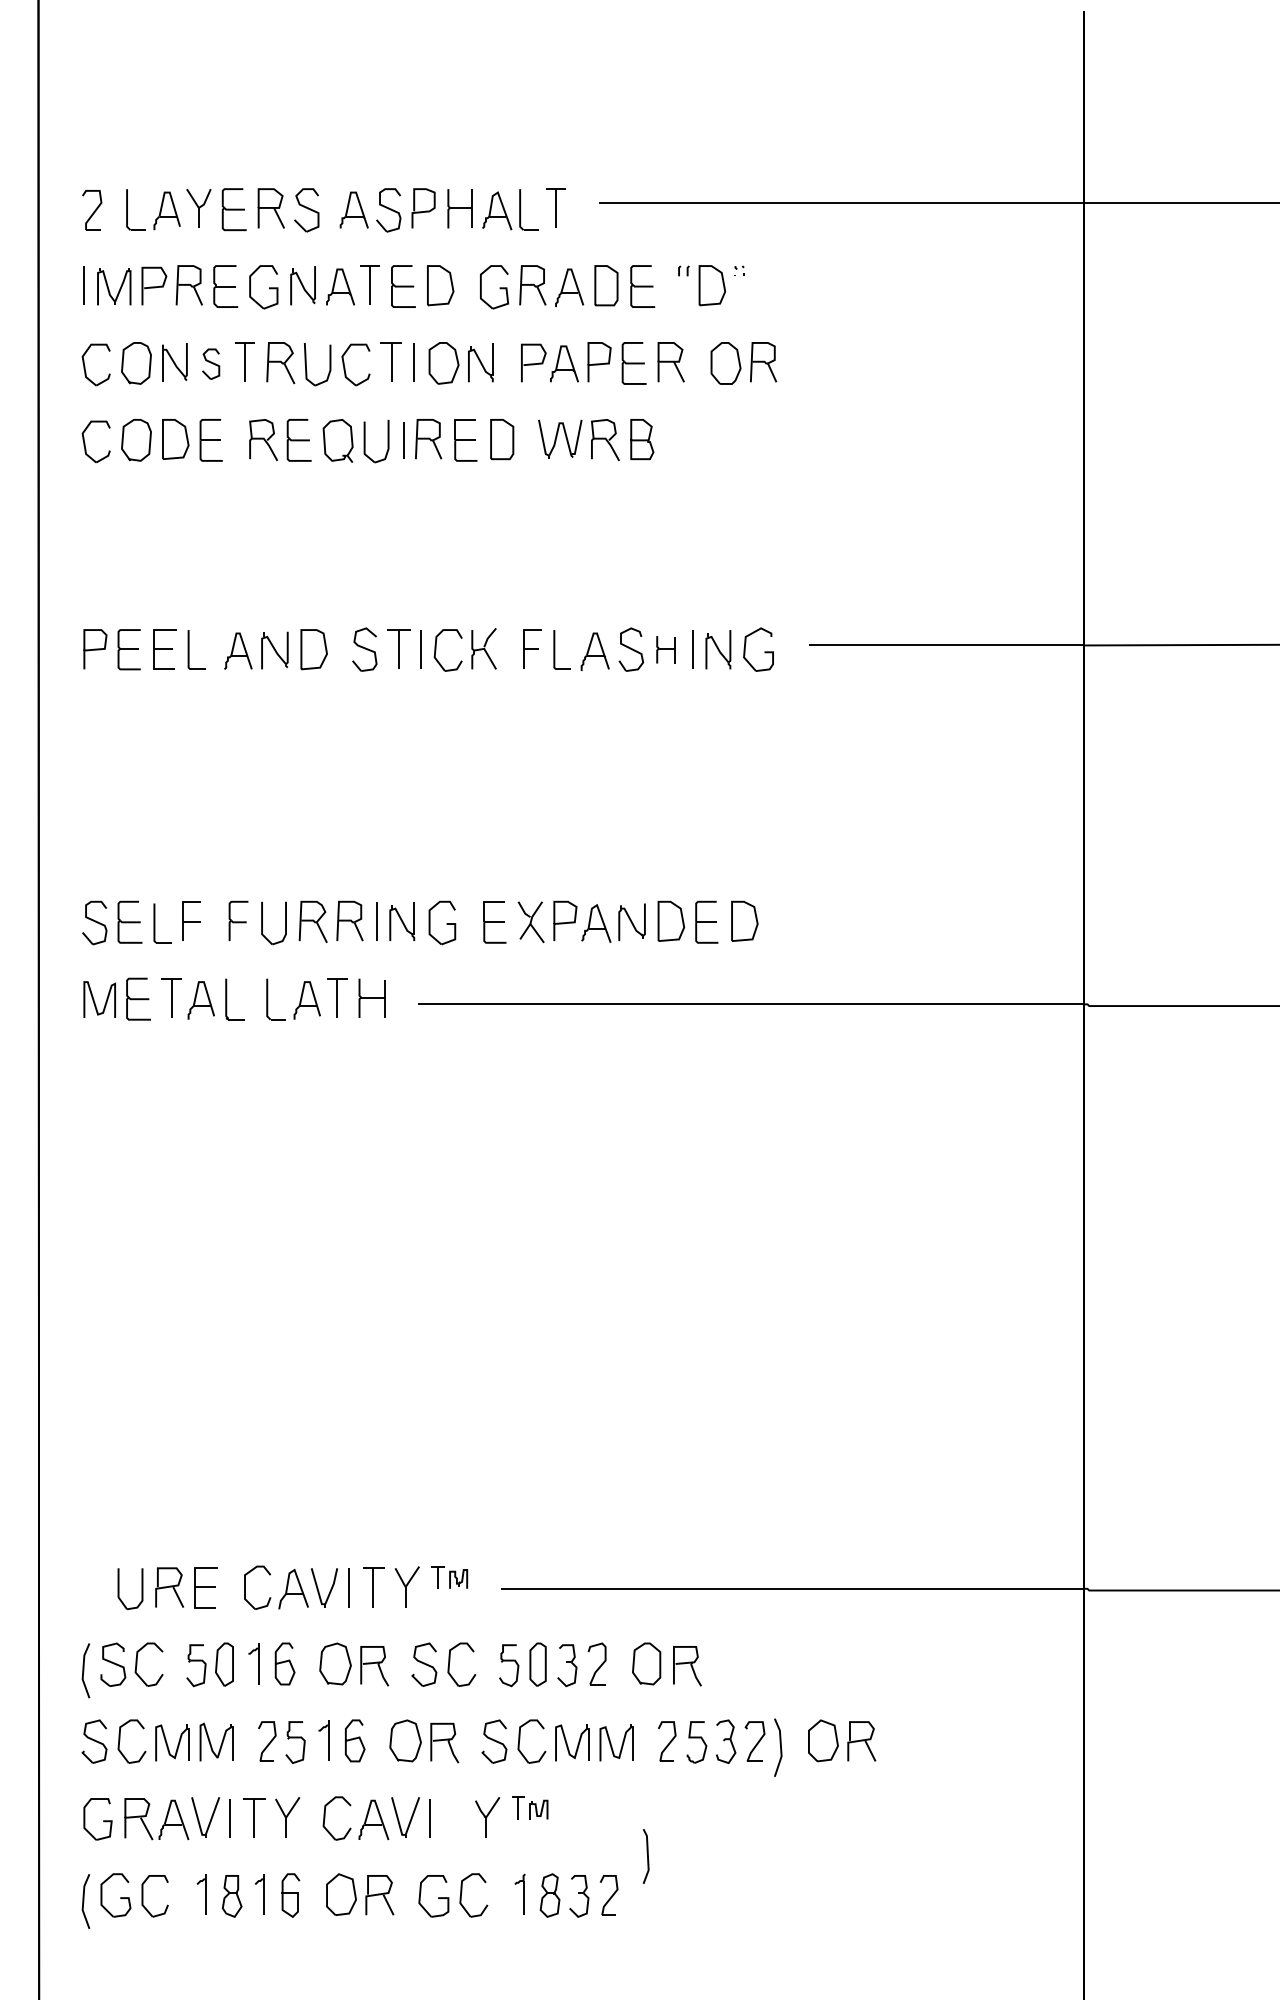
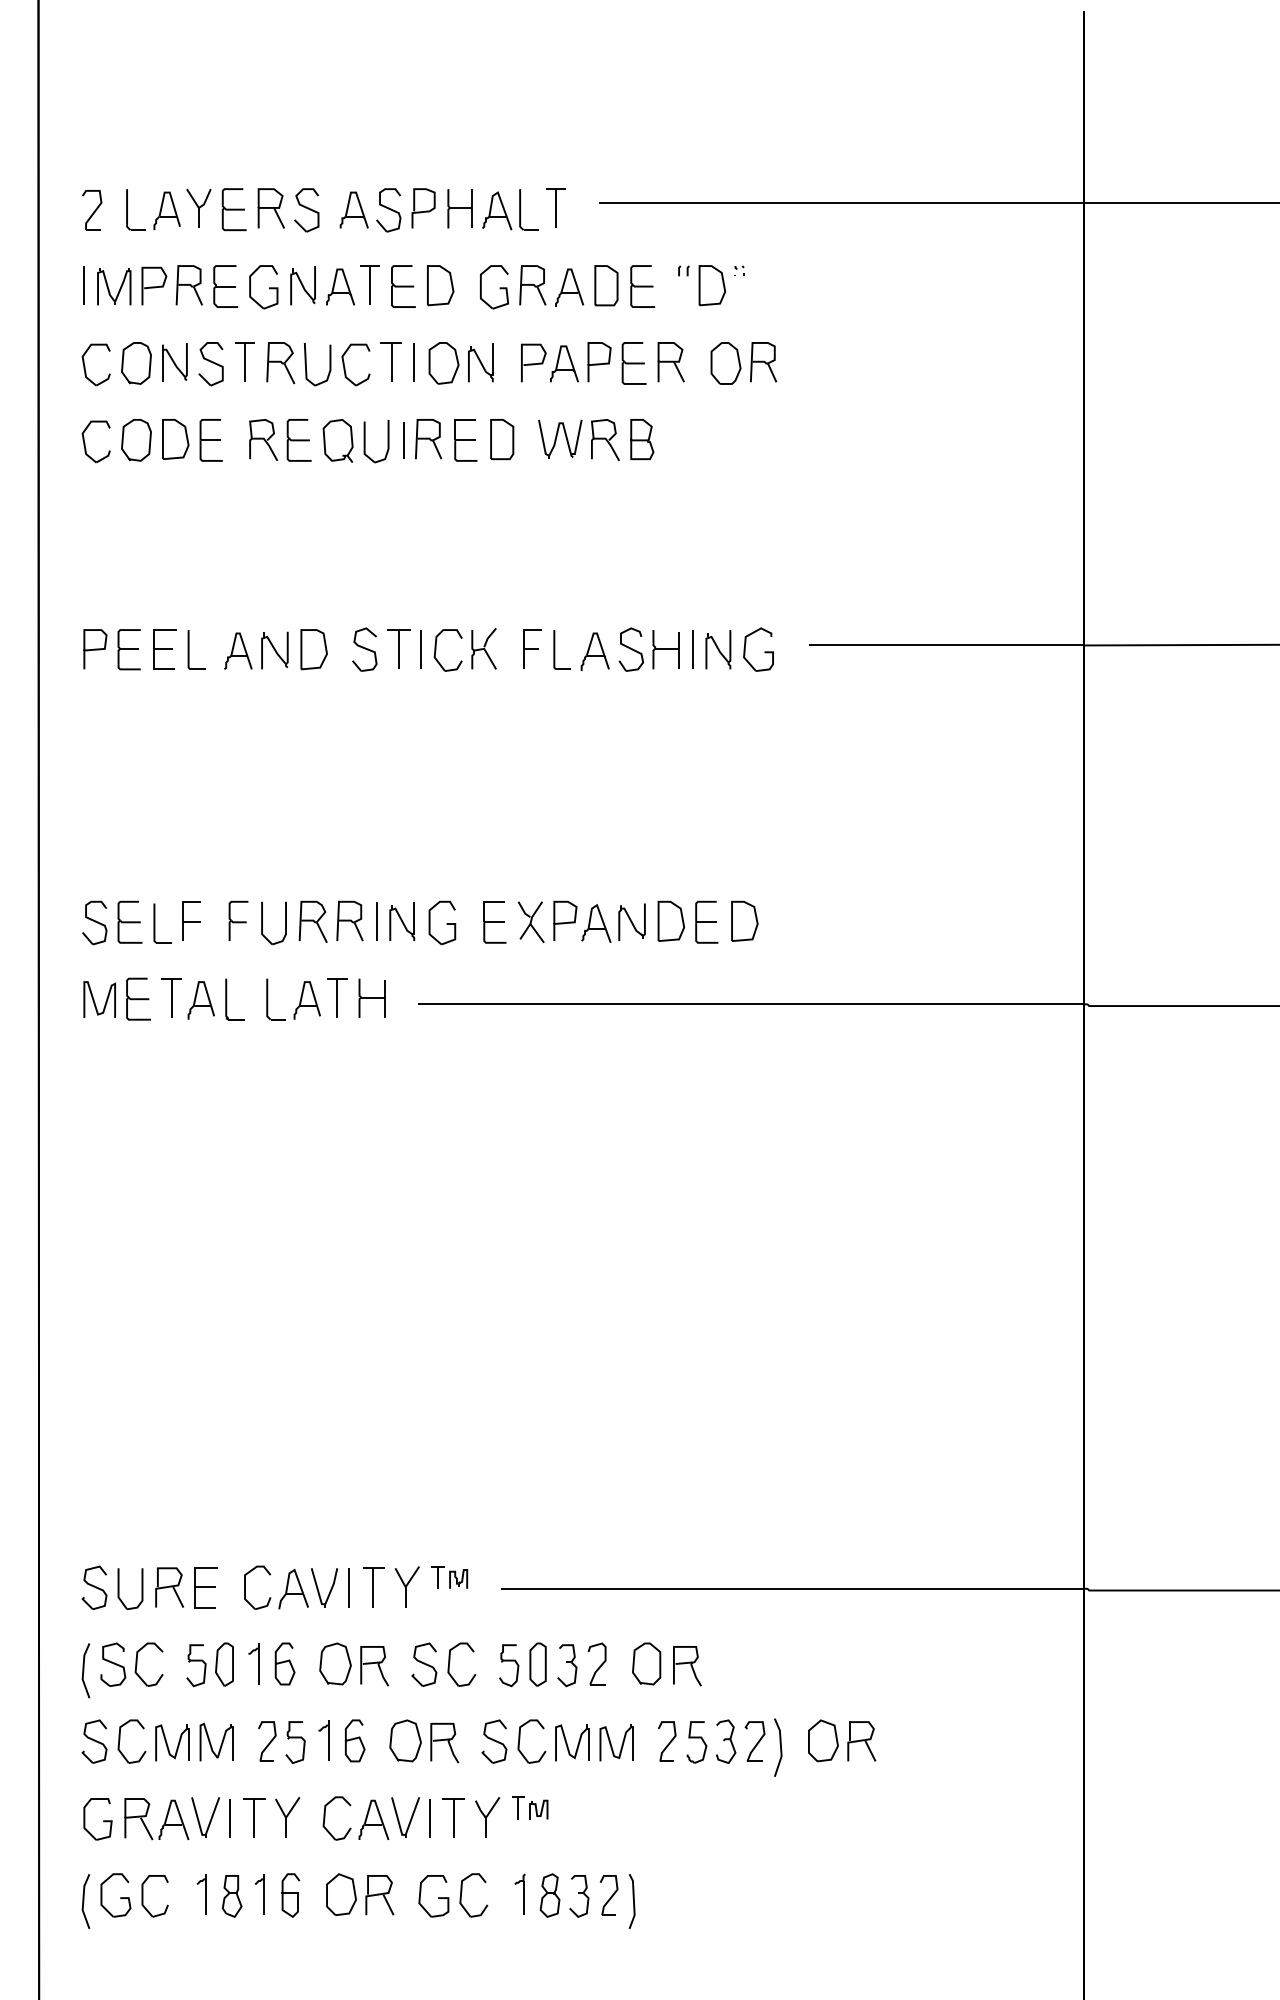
part at (211, 363) size: 19x32 px -> 26x45 px
part at (665, 649) size: 20x28 px -> 28x40 px
part at (94, 1587): none -> present
part at (453, 1817): none -> present
line at (647, 1856) position: (647, 1856) -> (633, 1901)
